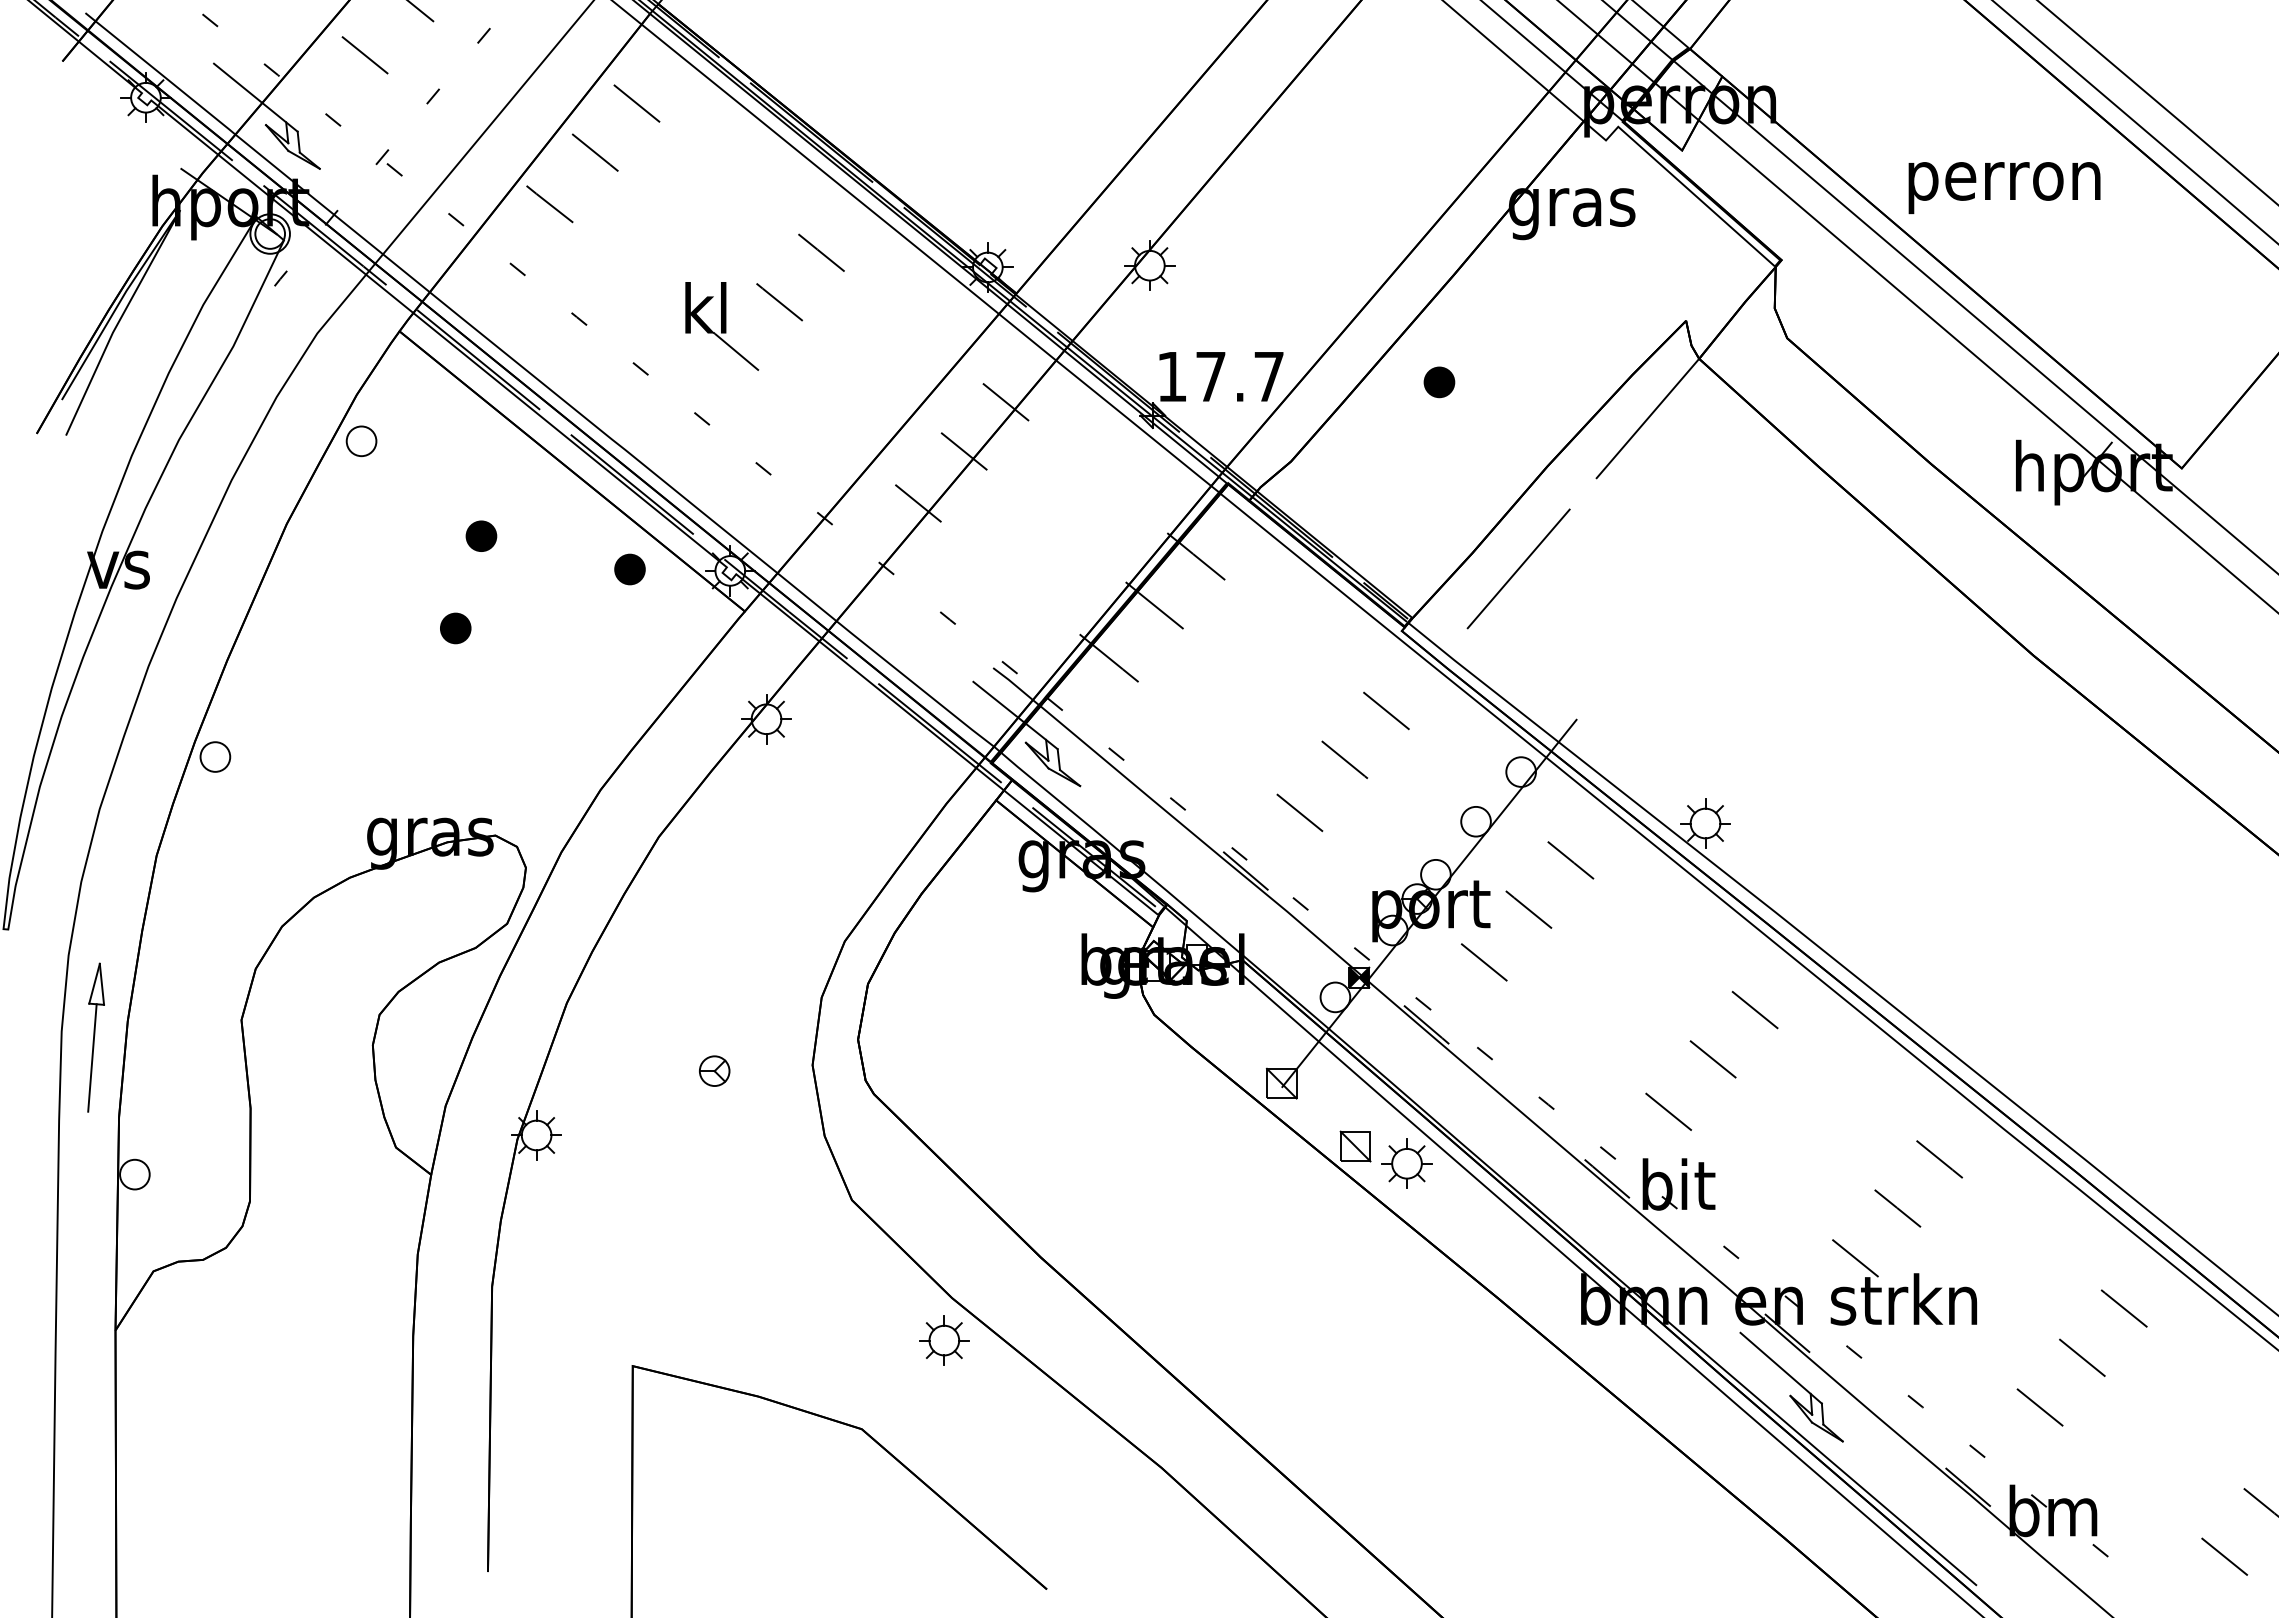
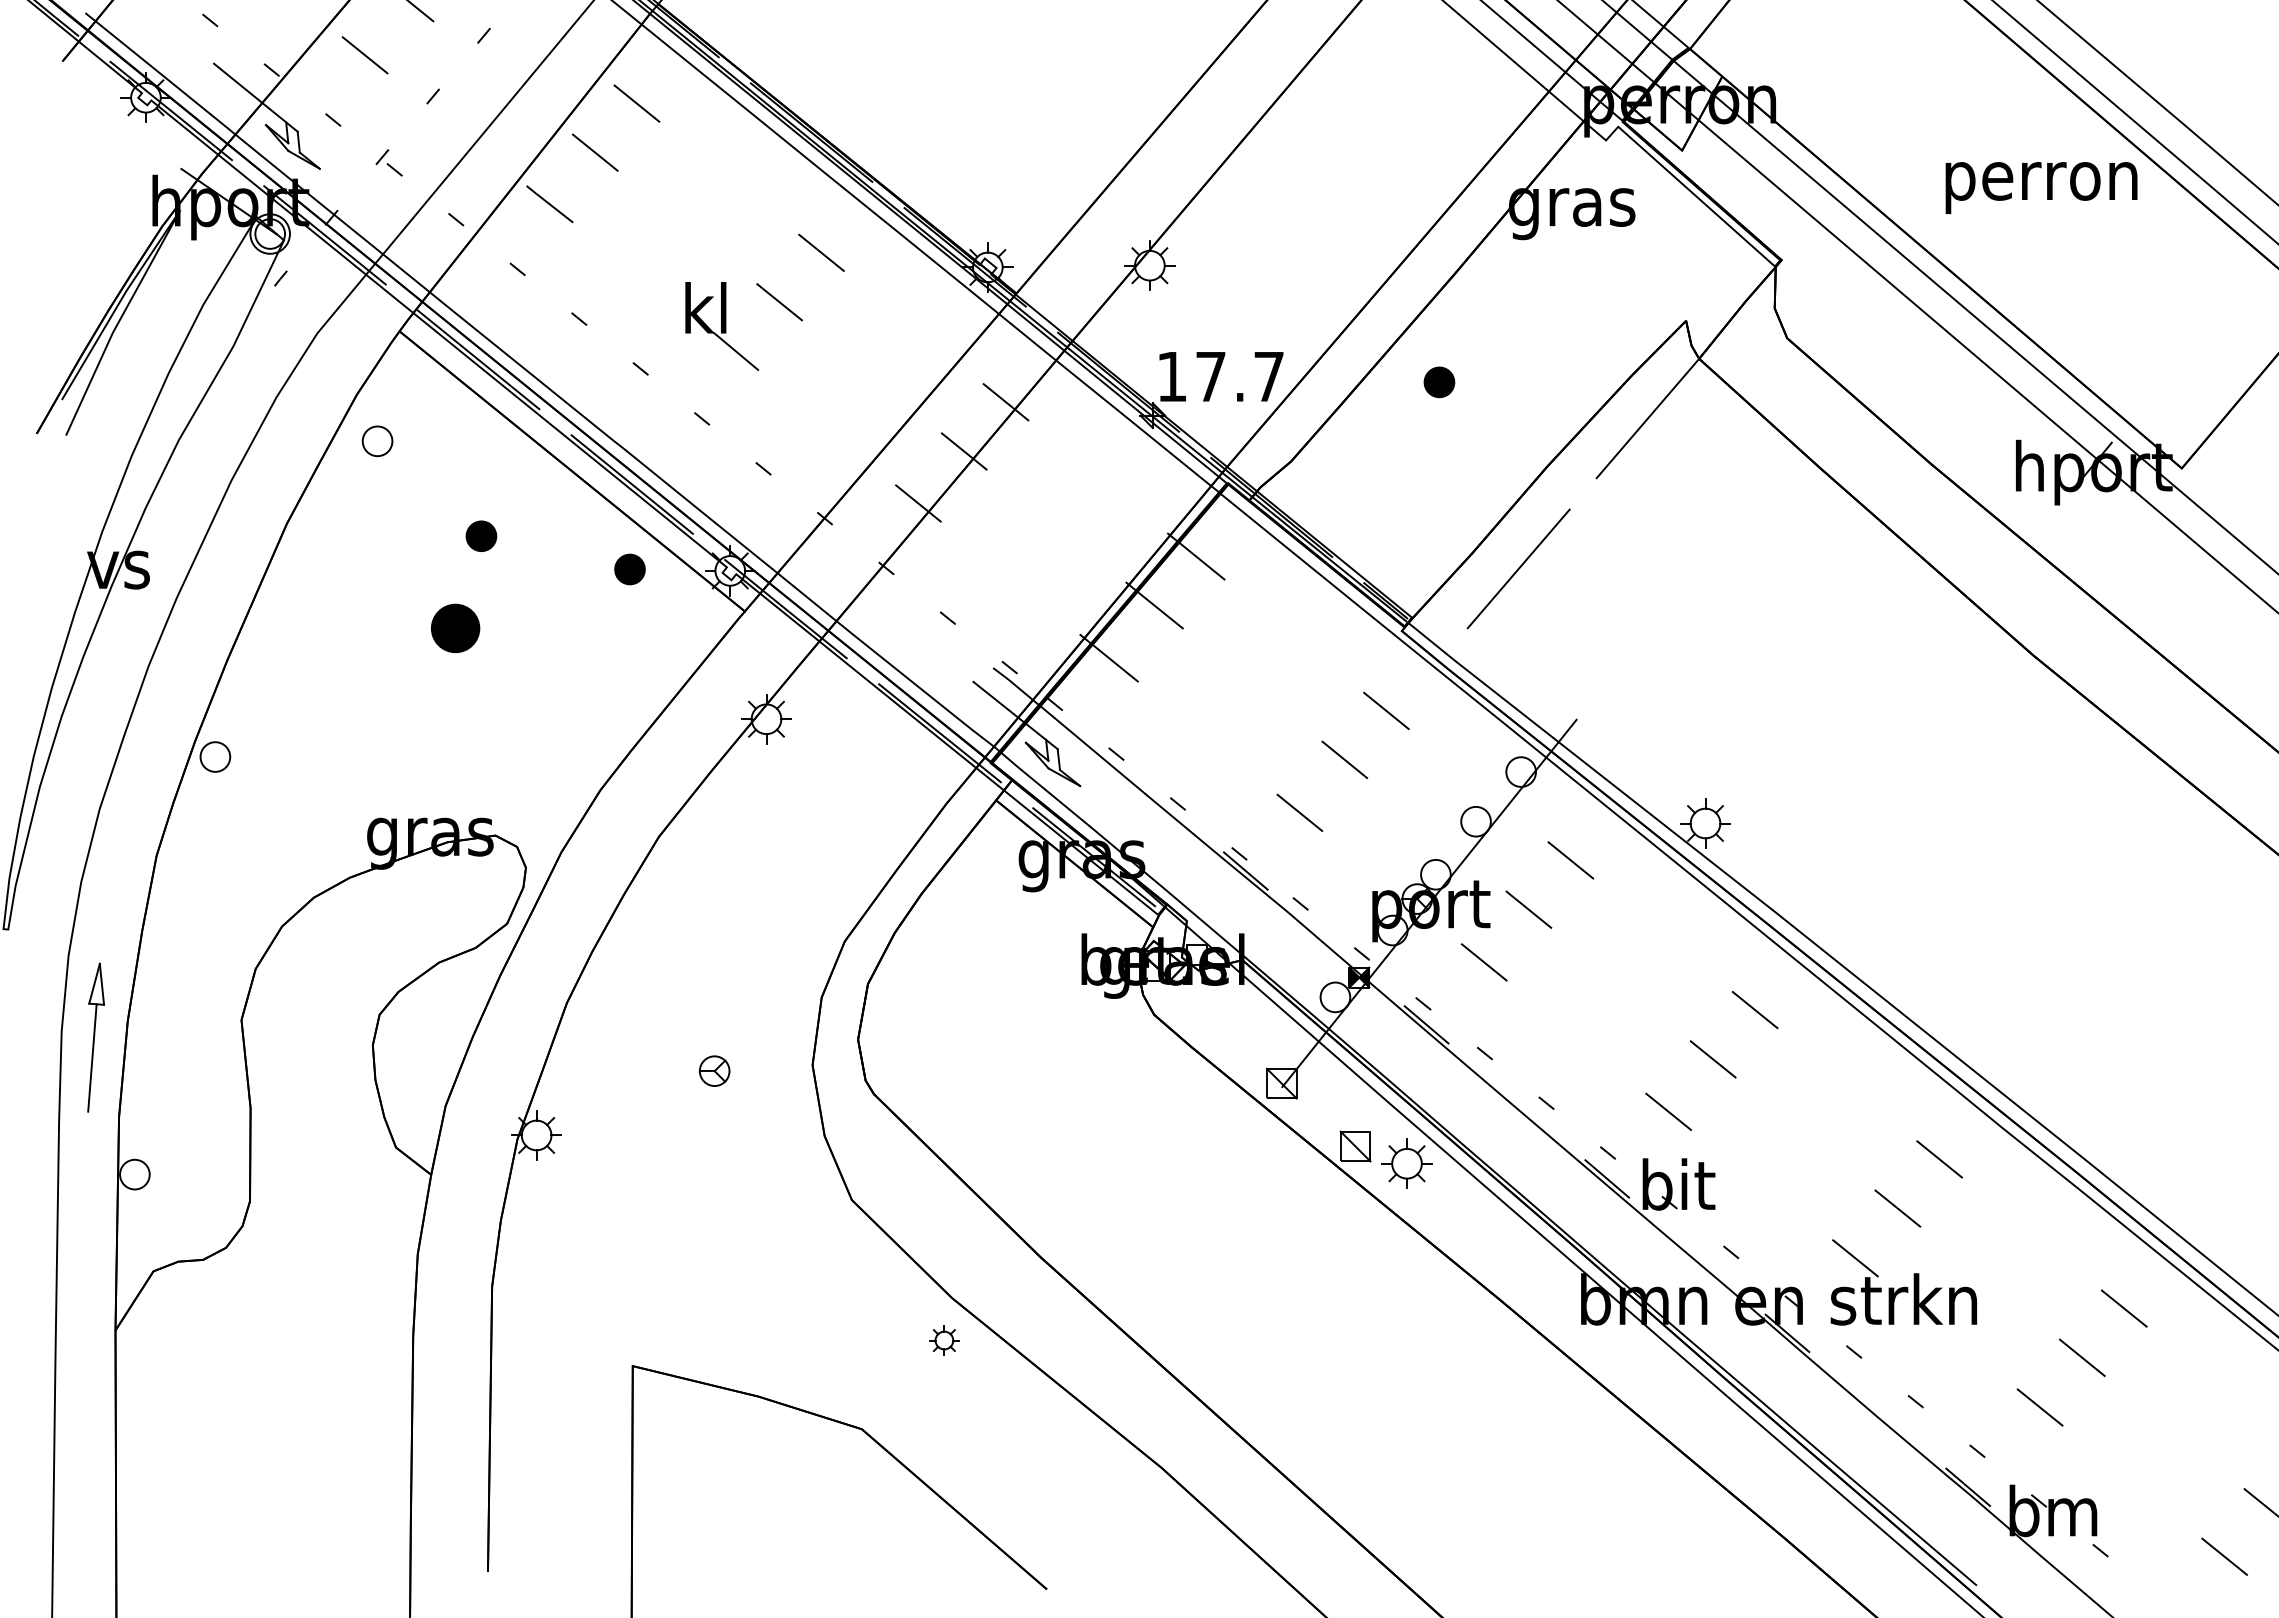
text at (2004, 187) position: (2004, 187) -> (2041, 187)
part at (361, 441) position: (361, 441) -> (377, 441)
part at (455, 628) size: 32x33 px -> 50x51 px
part at (944, 1340) size: 51x51 px -> 31x31 px
part at (1791, 1386): present -> none
